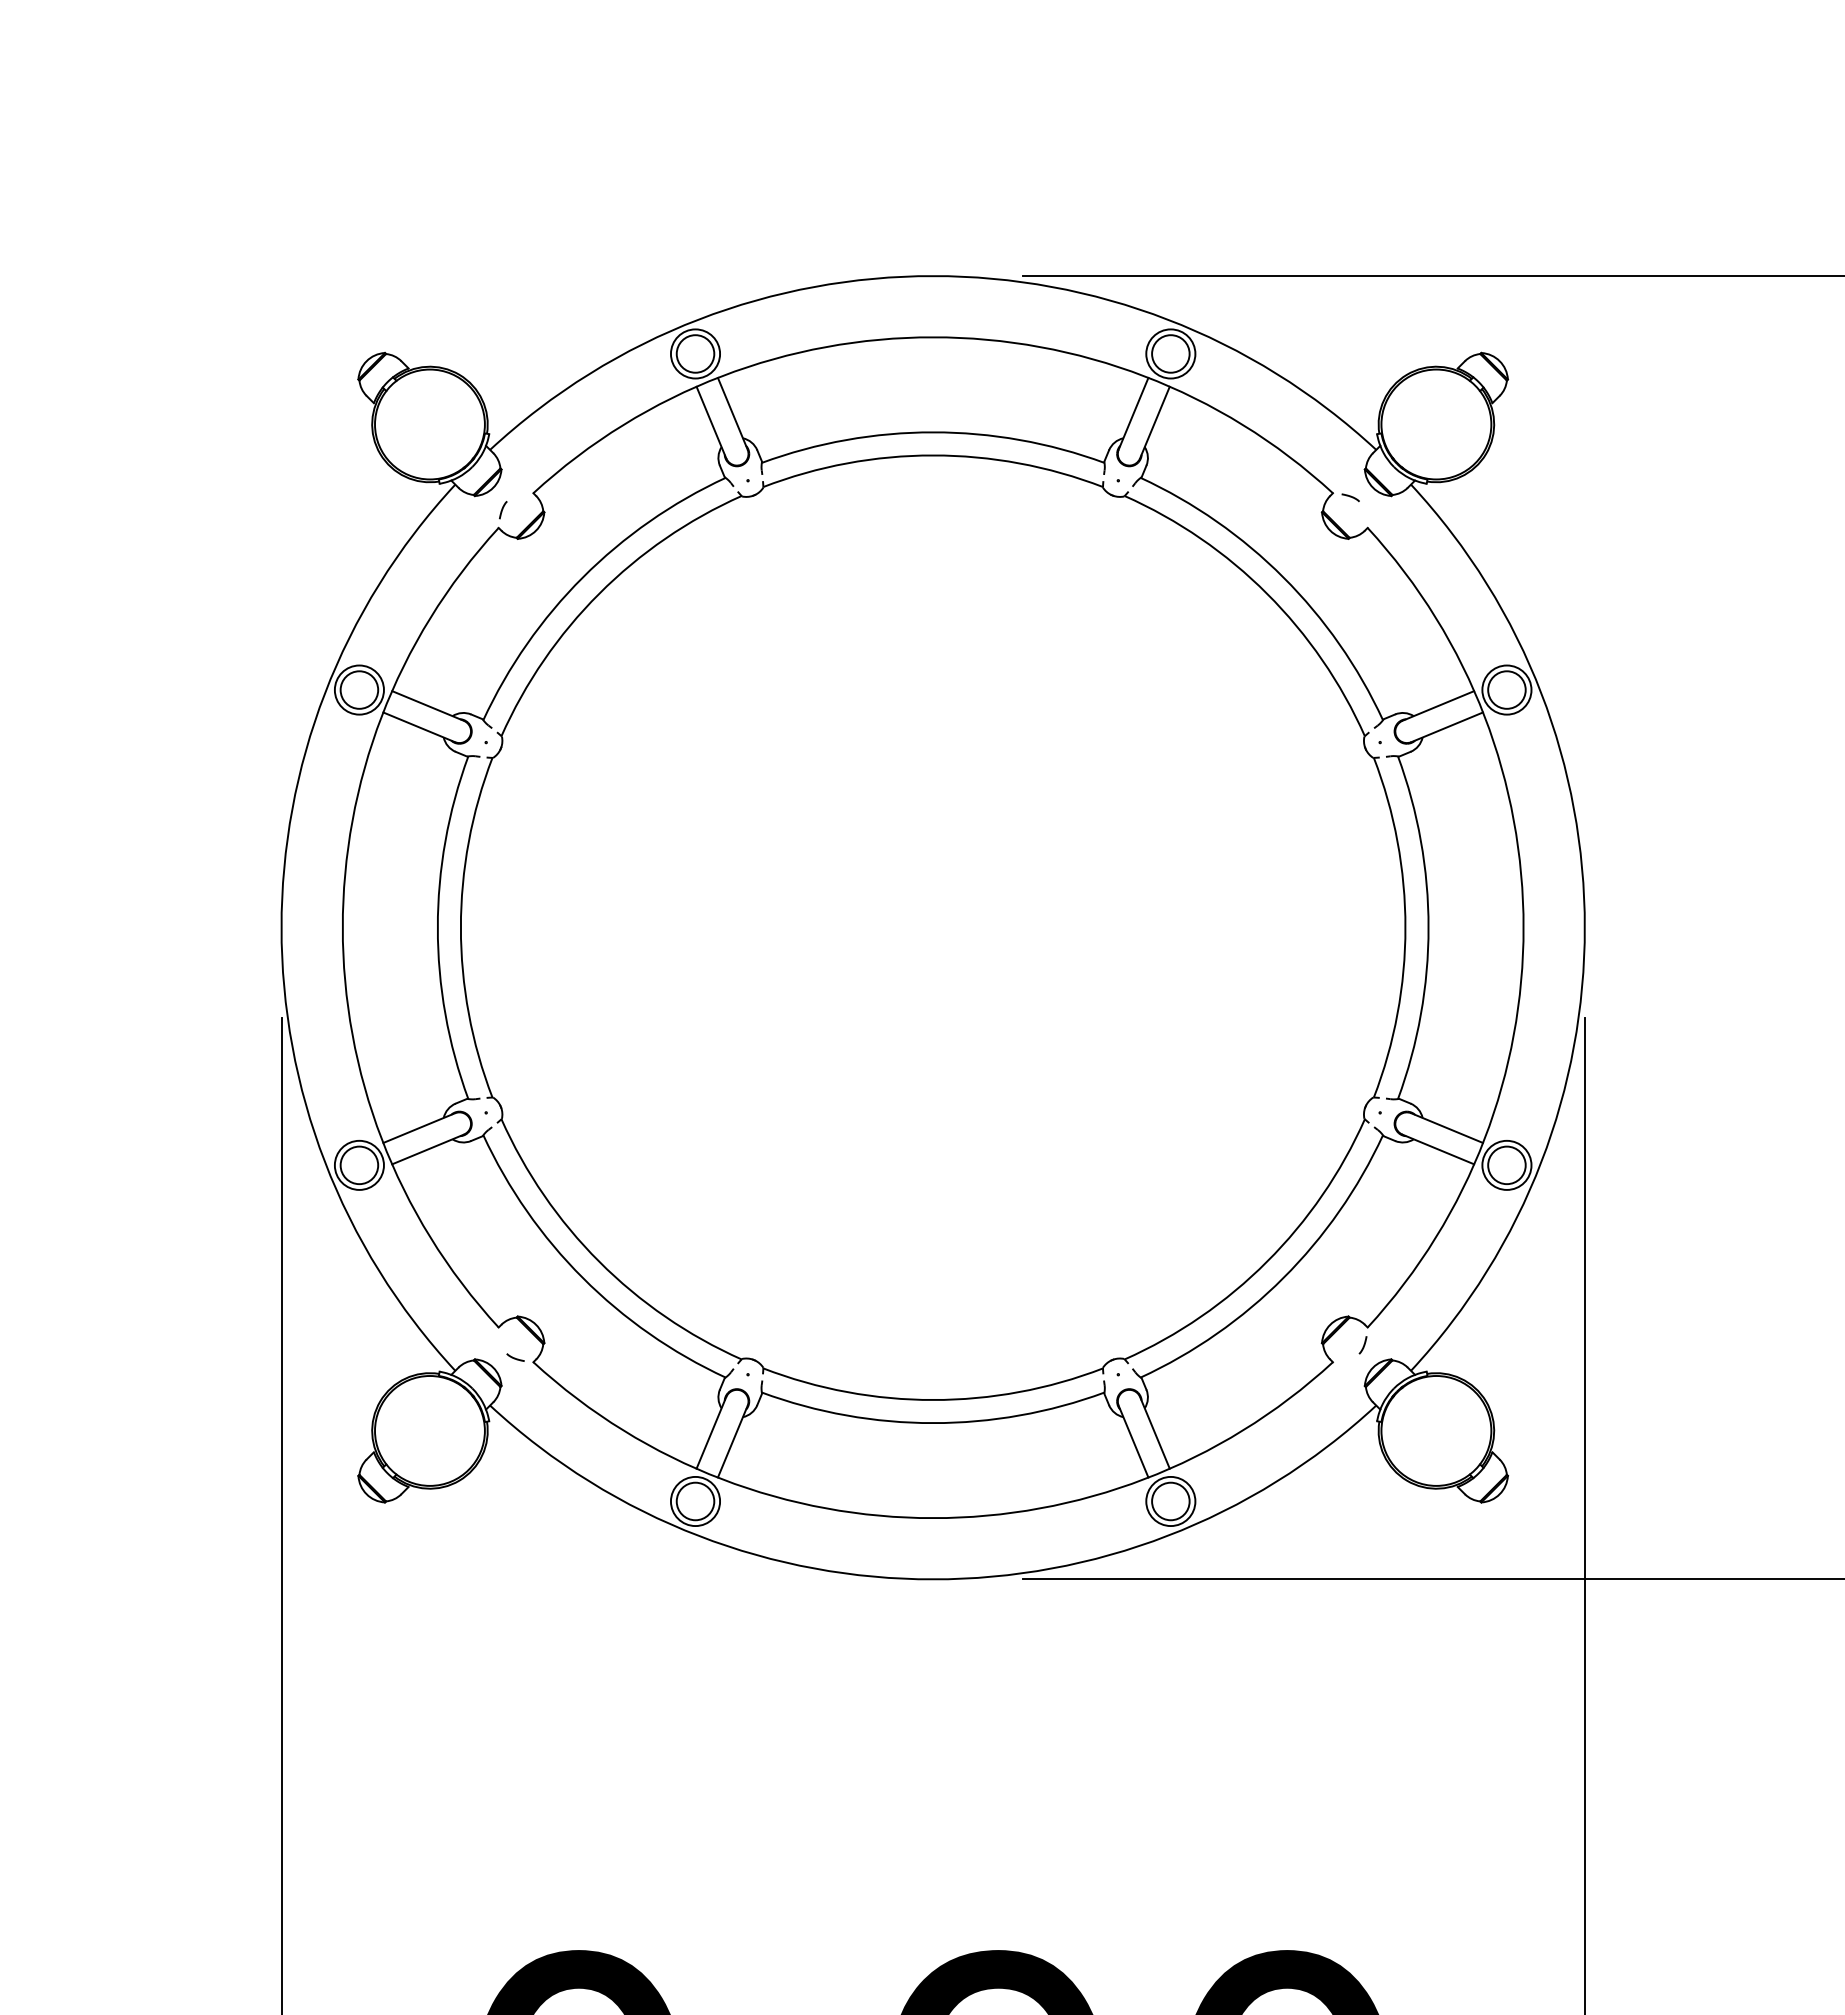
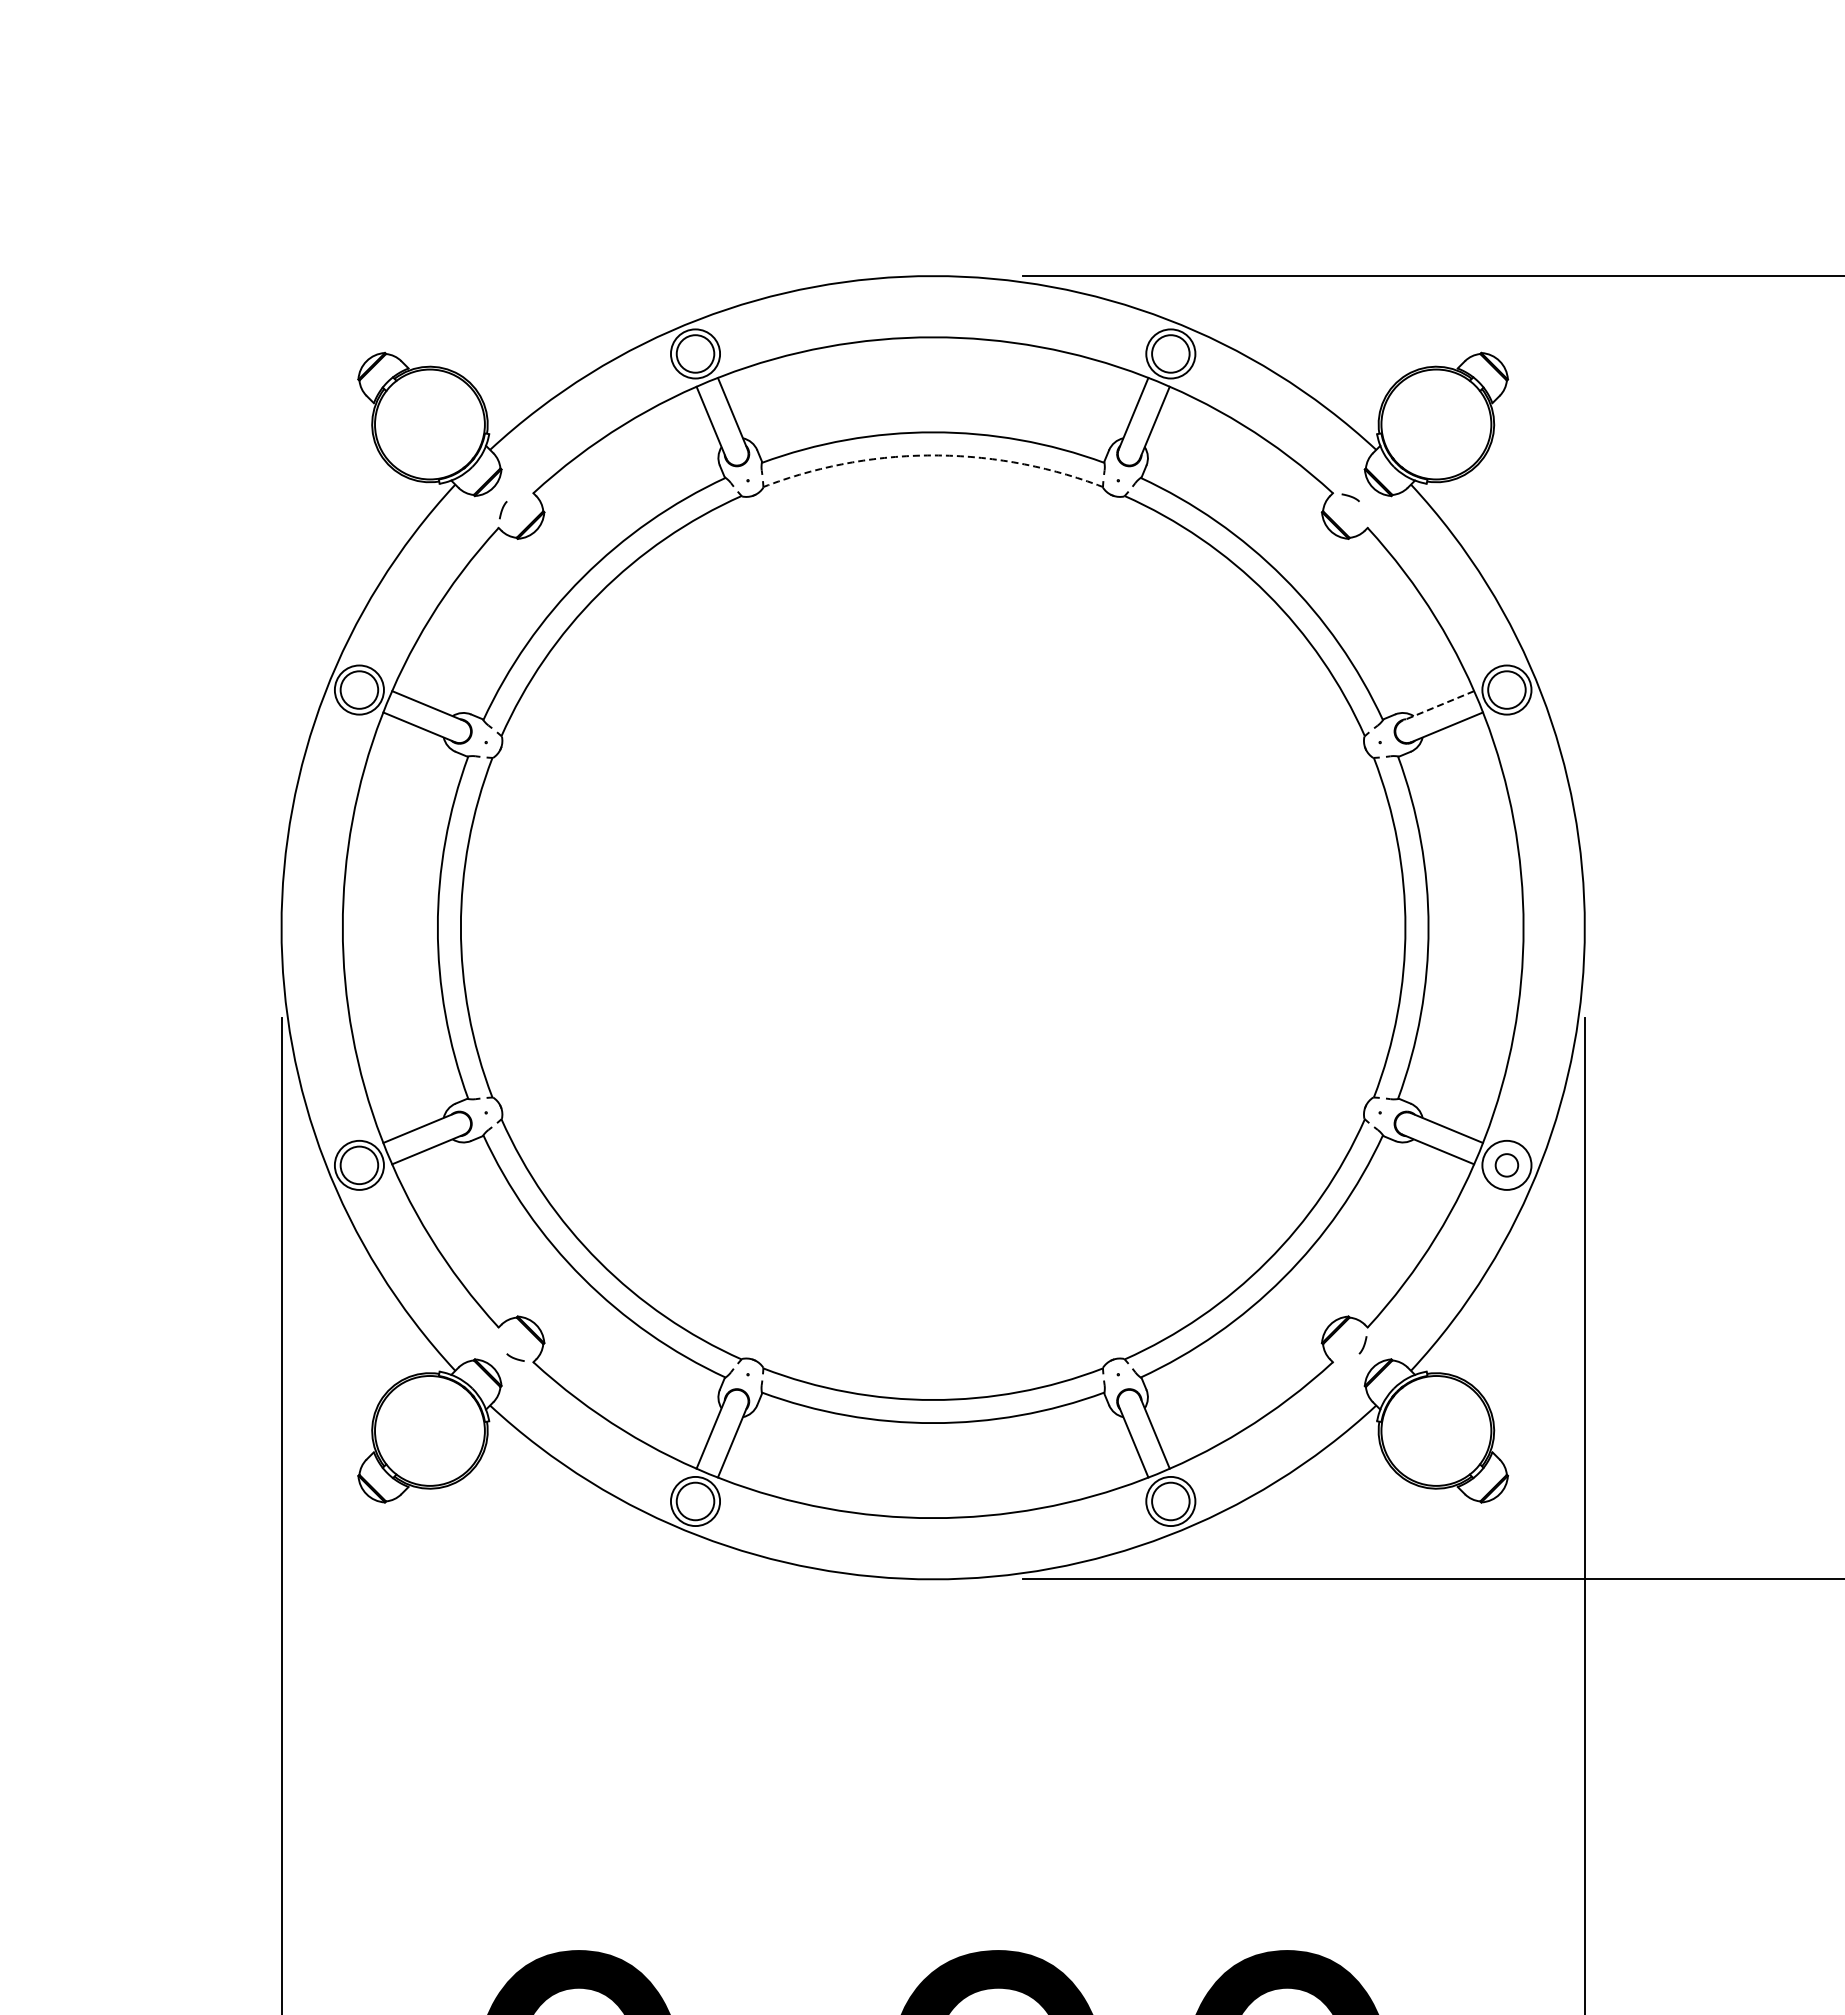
arc at (933, 455): solid -> dashed
line at (1438, 706): solid -> dashed
circle at (1506, 1165) diameter: 38 px -> 23 px
